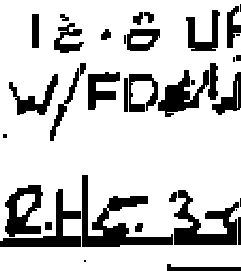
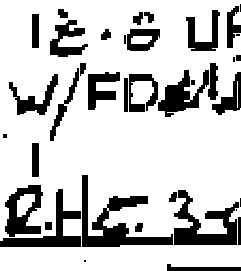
part at (68, 33) size: 30x39 px -> 38x48 px
line at (35, 159): none -> present
